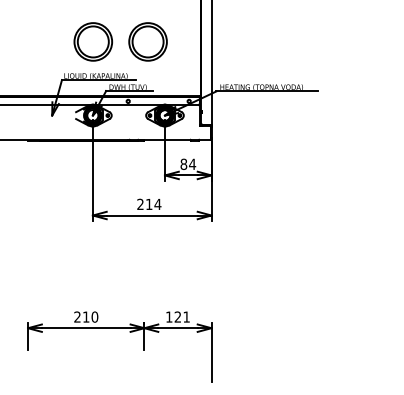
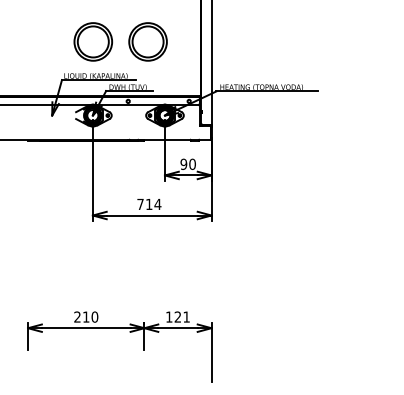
text at (188, 163): 84 -> 90
text at (140, 203): 214 -> 714
